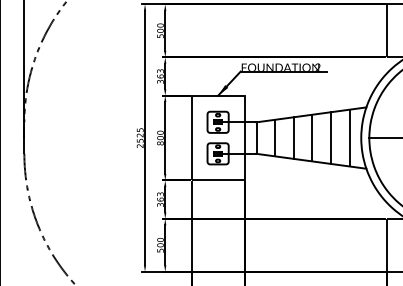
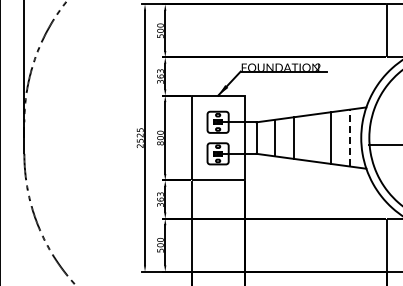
line at (312, 137): present -> none
line at (349, 137): solid -> dashed
line at (384, 138) position: (384, 138) -> (384, 145)
